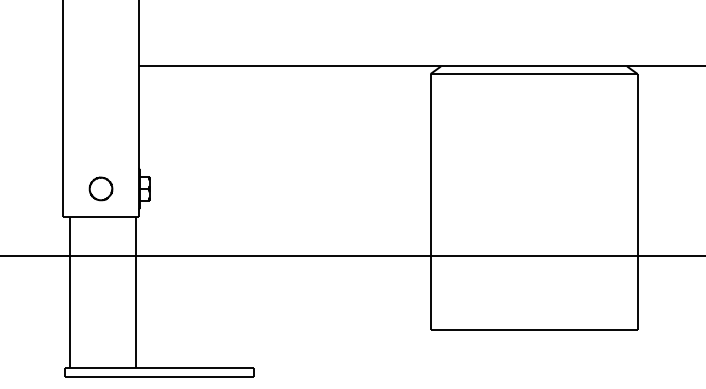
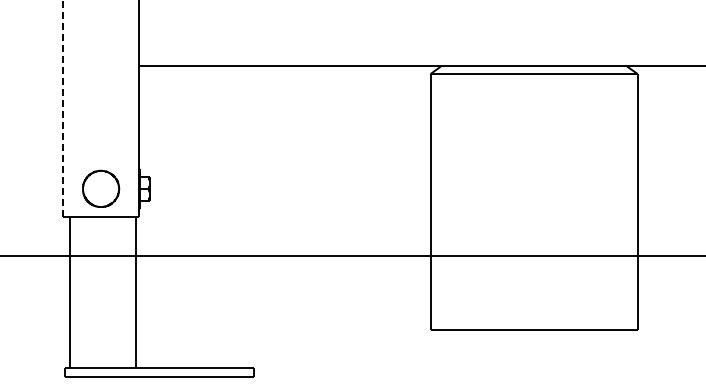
line at (63, 108): solid -> dashed
part at (100, 188) size: 26x26 px -> 39x39 px
